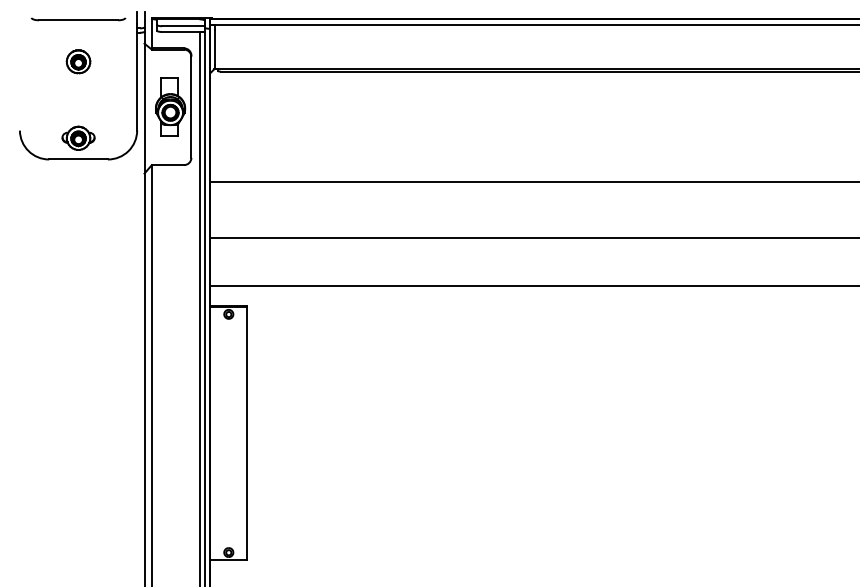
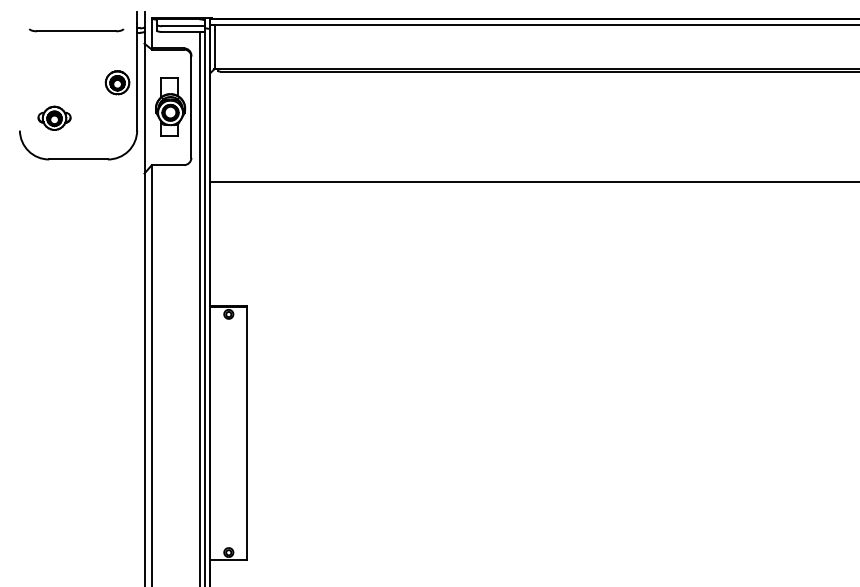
part at (78, 19) position: (78, 19) -> (76, 30)
part at (78, 61) position: (78, 61) -> (117, 82)
part at (78, 137) position: (78, 137) -> (54, 117)
line at (533, 238): present -> none
line at (533, 286): present -> none
